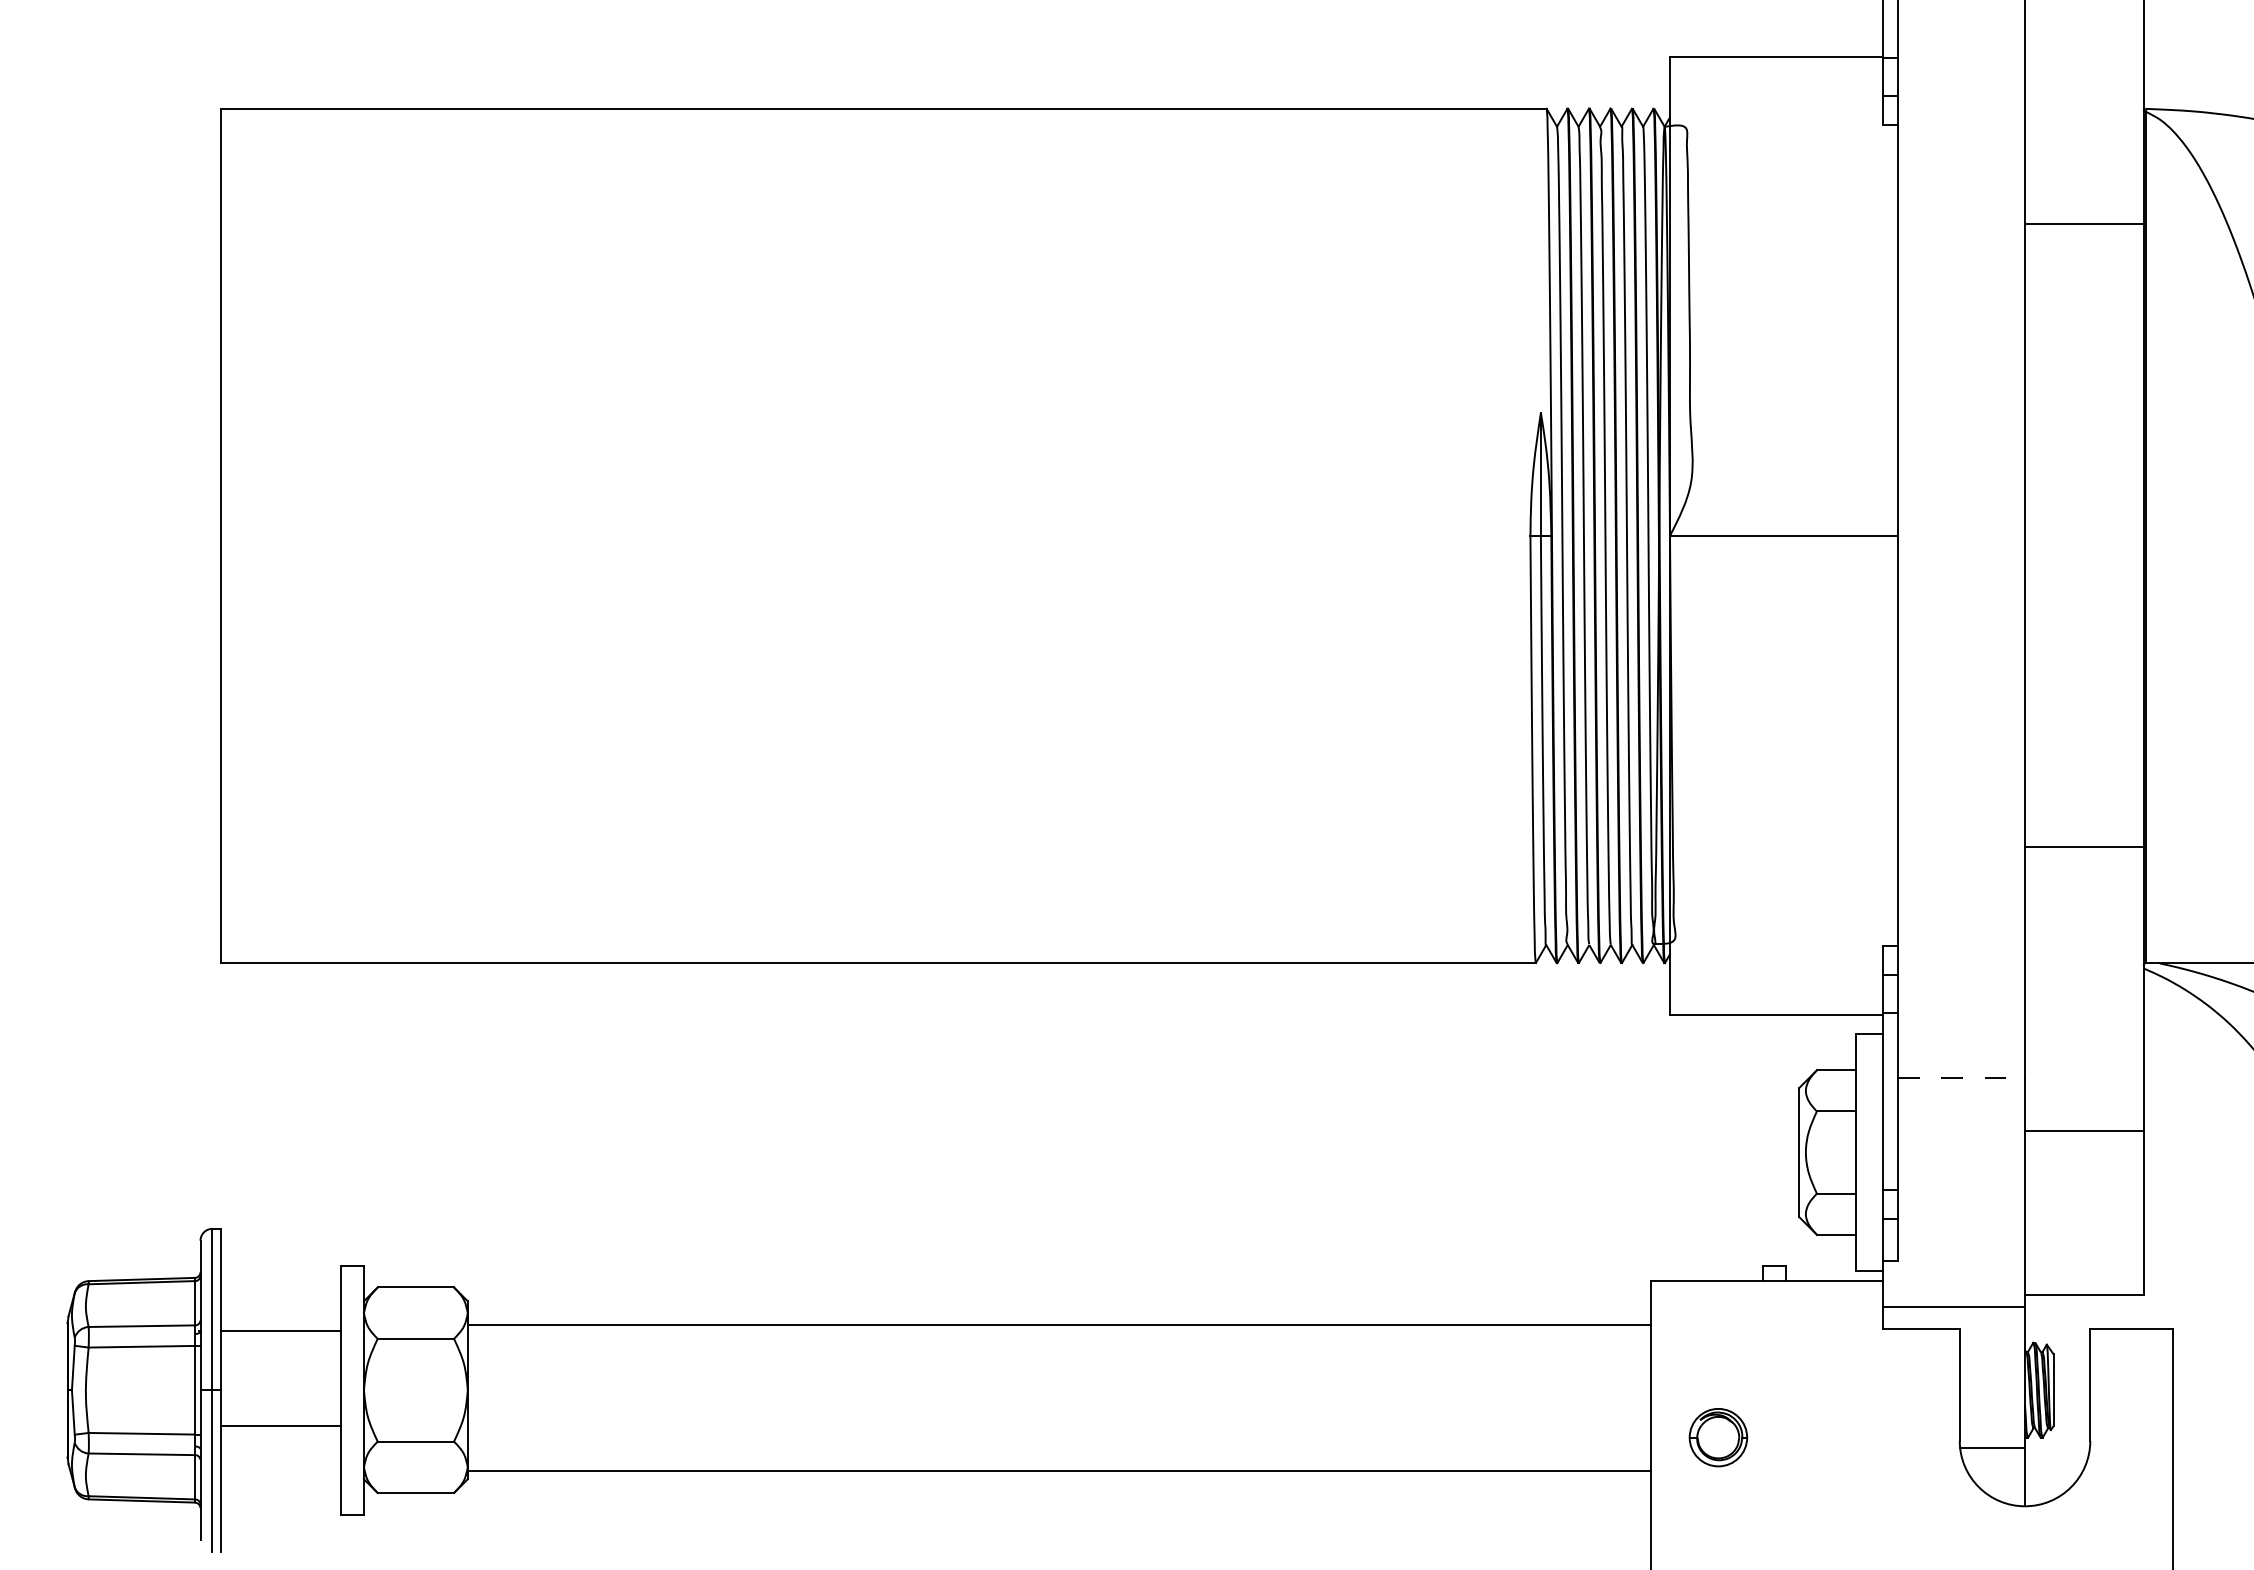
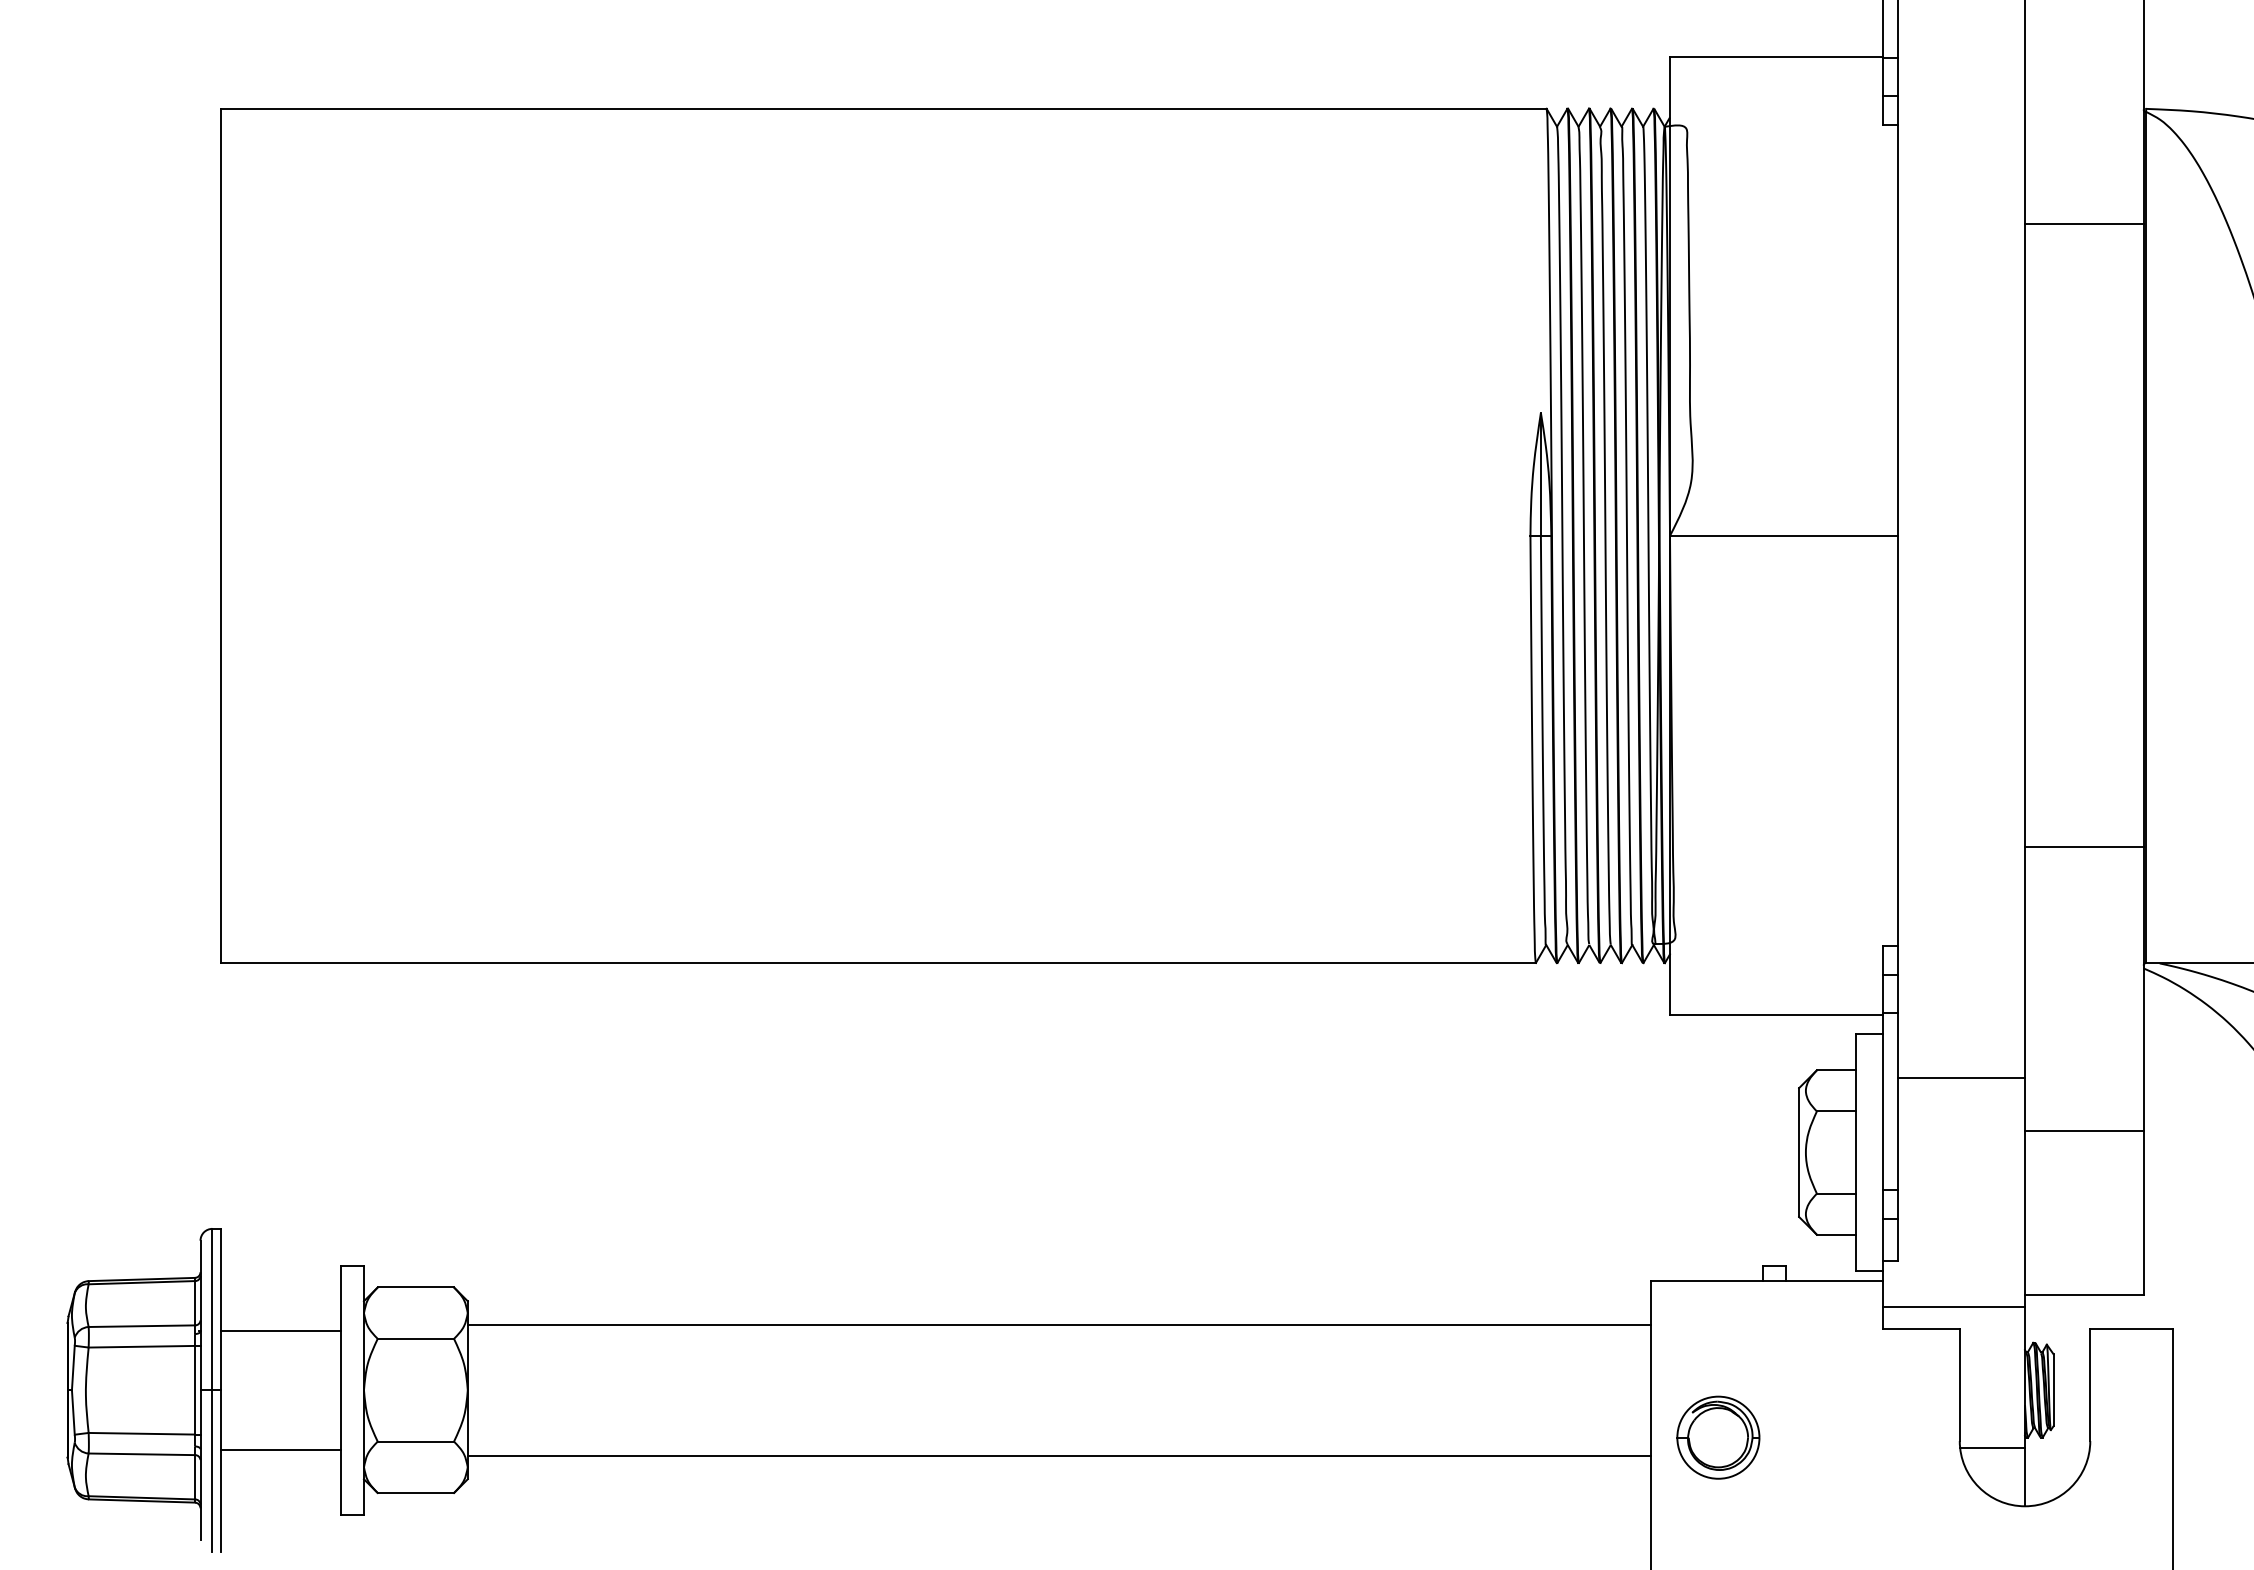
line at (1961, 1077): dashed -> solid
line at (281, 1425) position: (281, 1425) -> (281, 1449)
part at (1718, 1437) size: 61x60 px -> 85x85 px
line at (1059, 1470) position: (1059, 1470) -> (1059, 1455)
